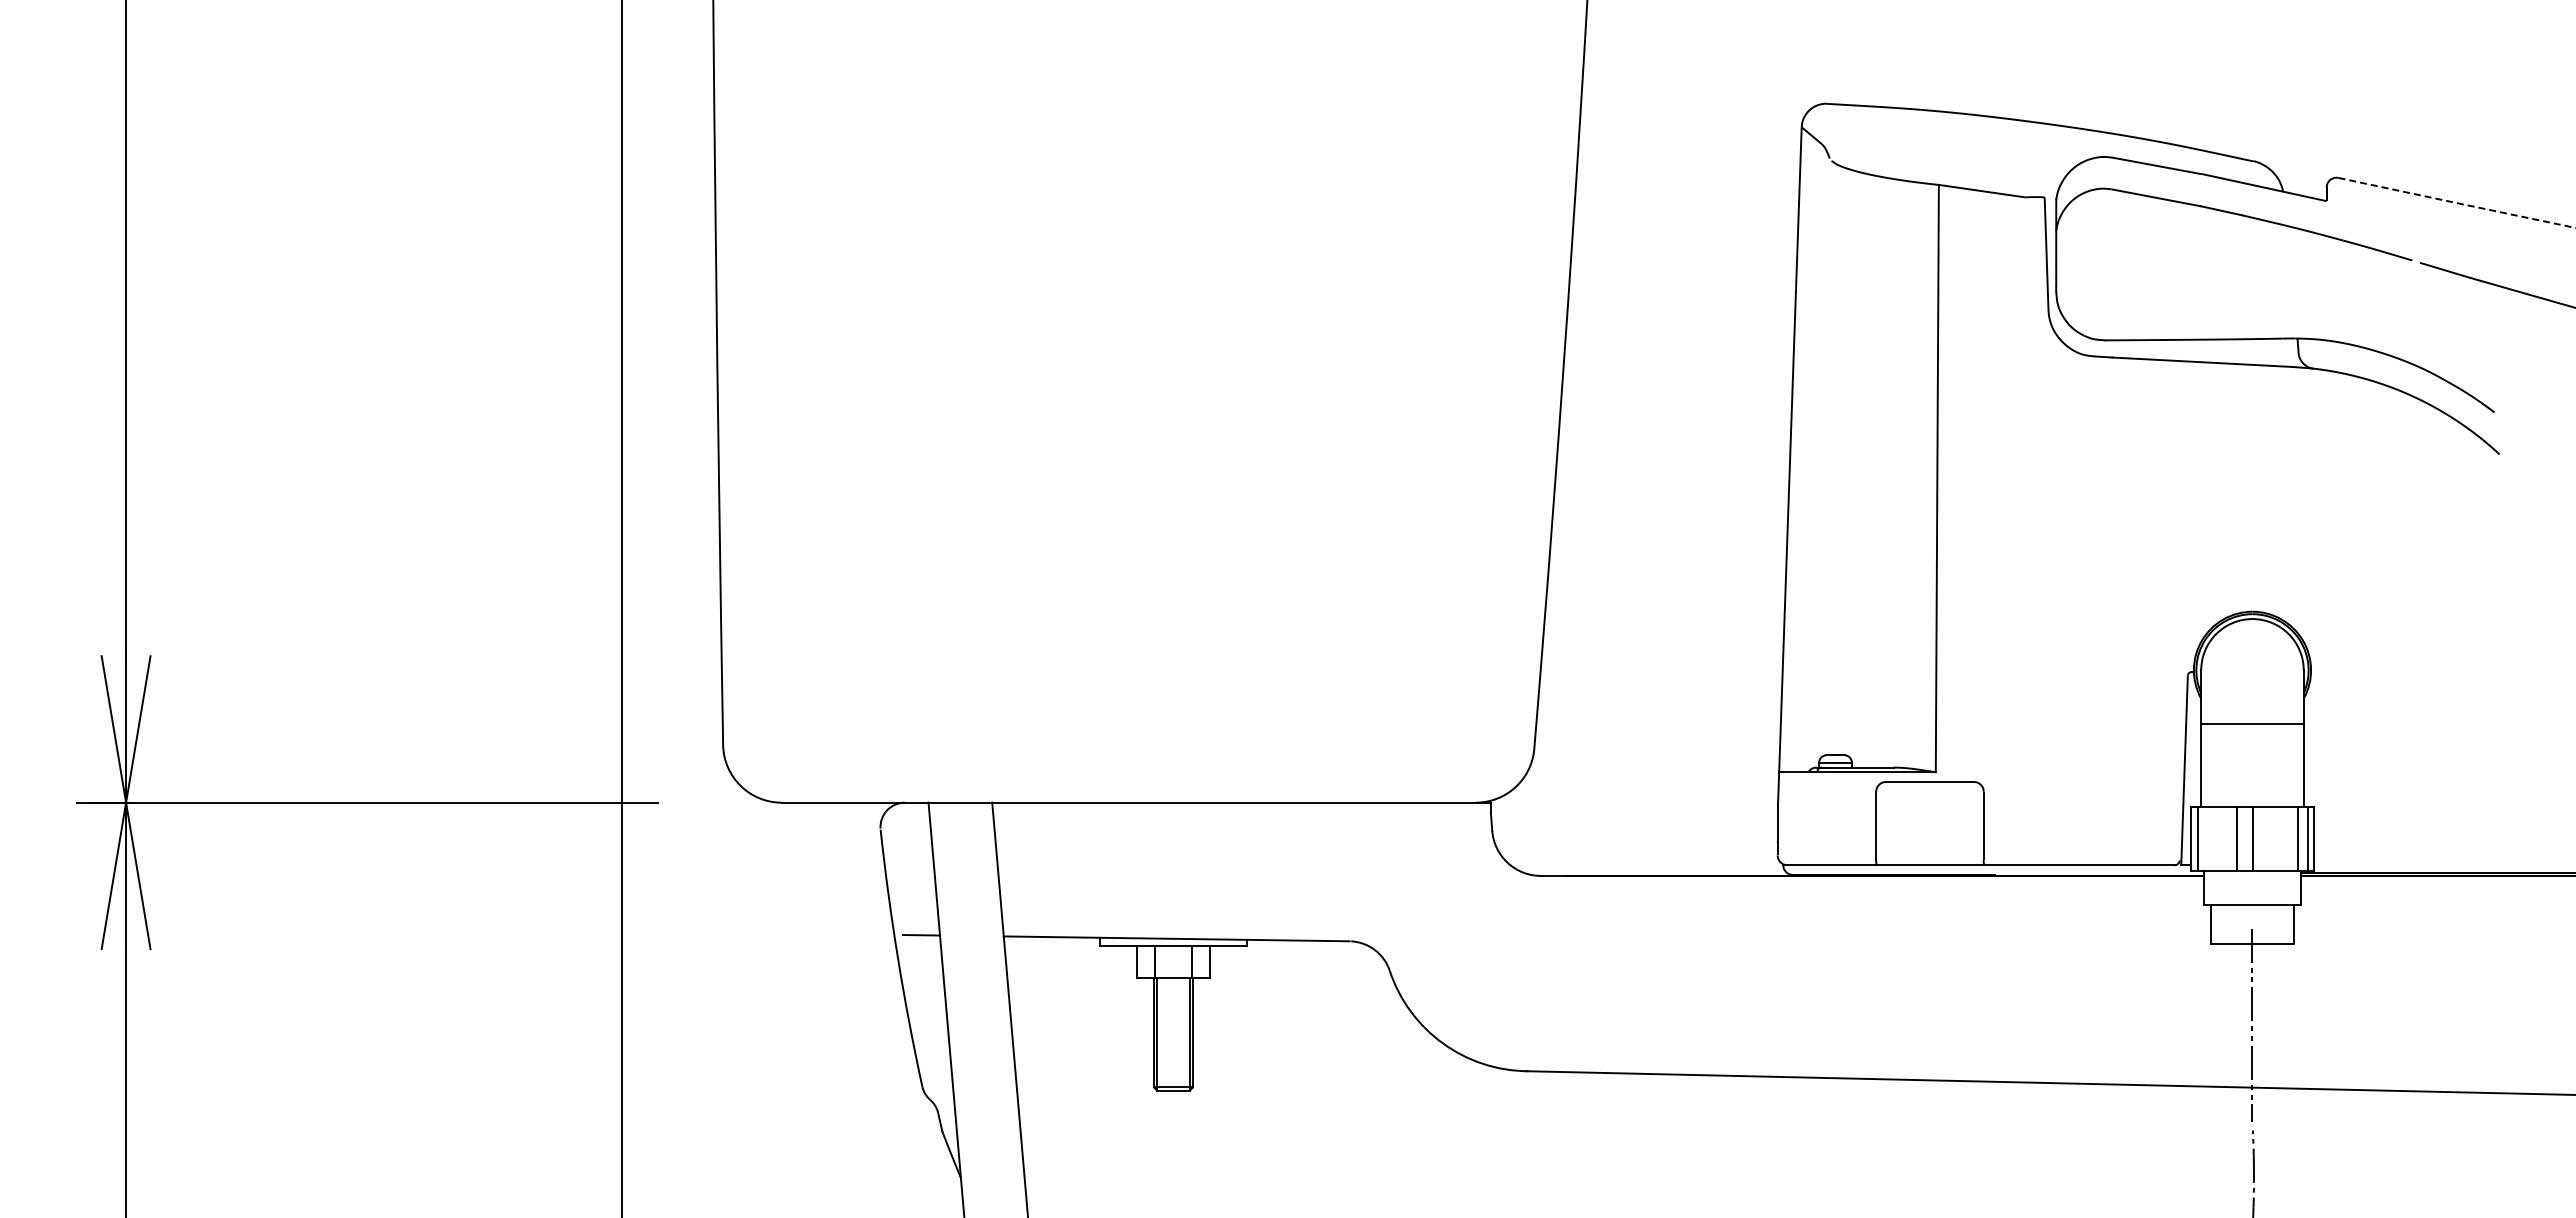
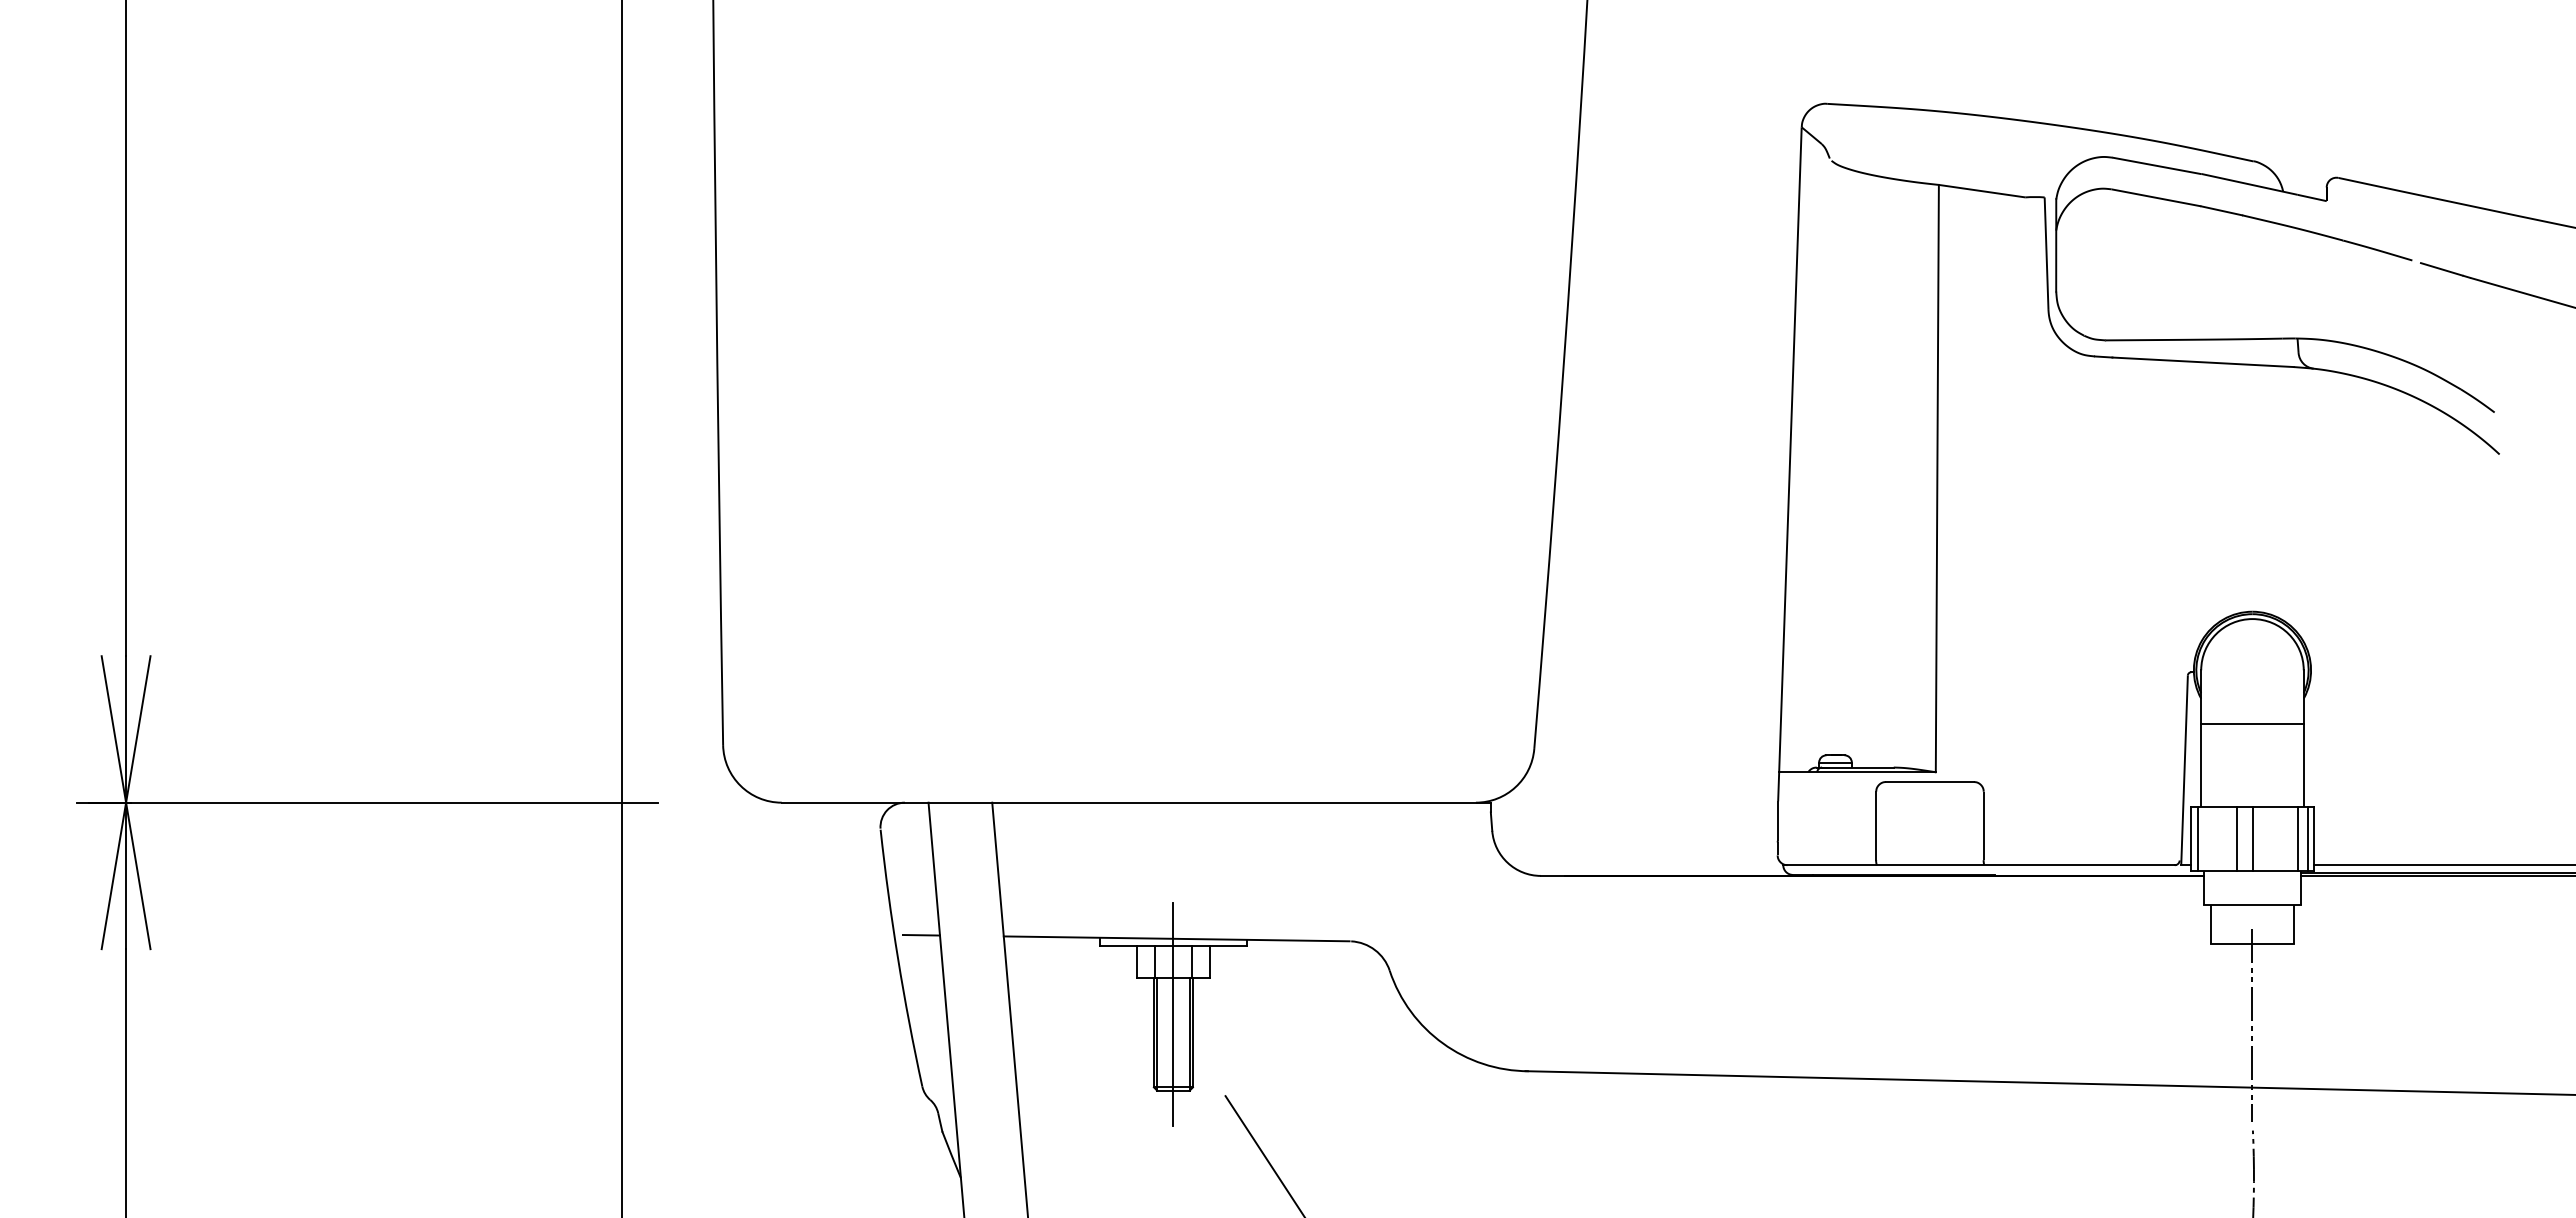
arc at (2457, 203): dashed -> solid
line at (2442, 865): none -> present
line at (1173, 1014): none -> present
line at (1264, 1155): none -> present
